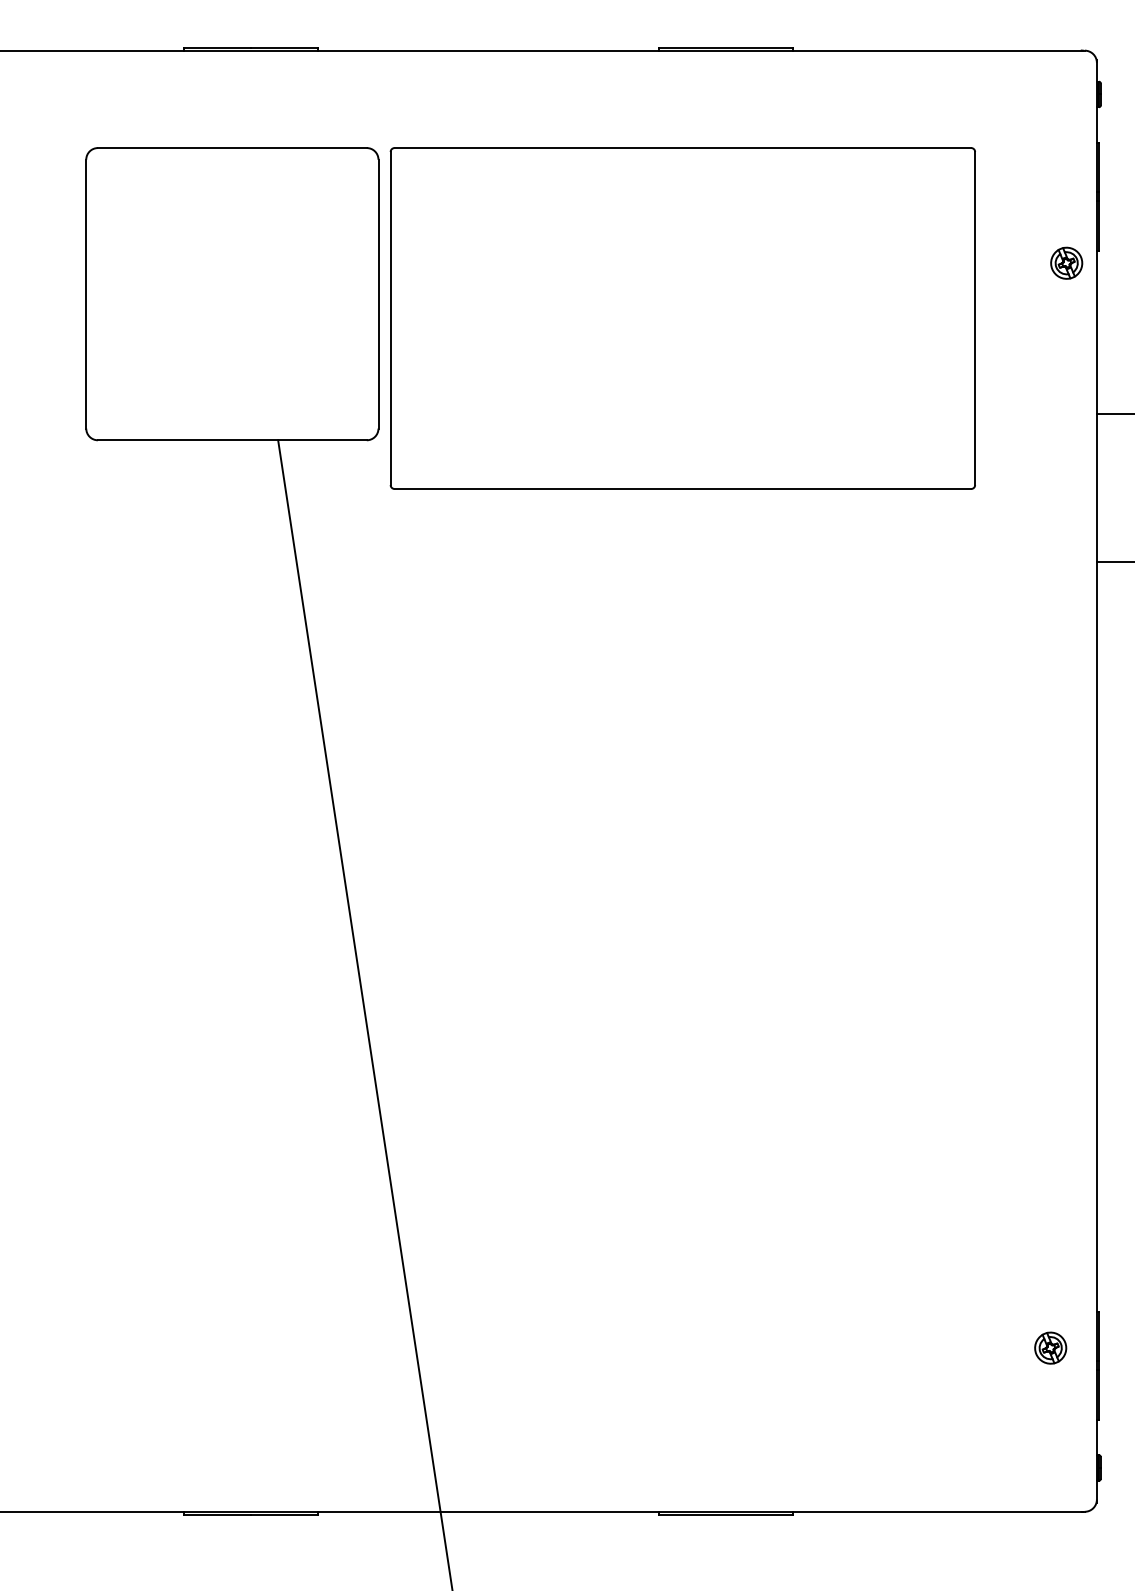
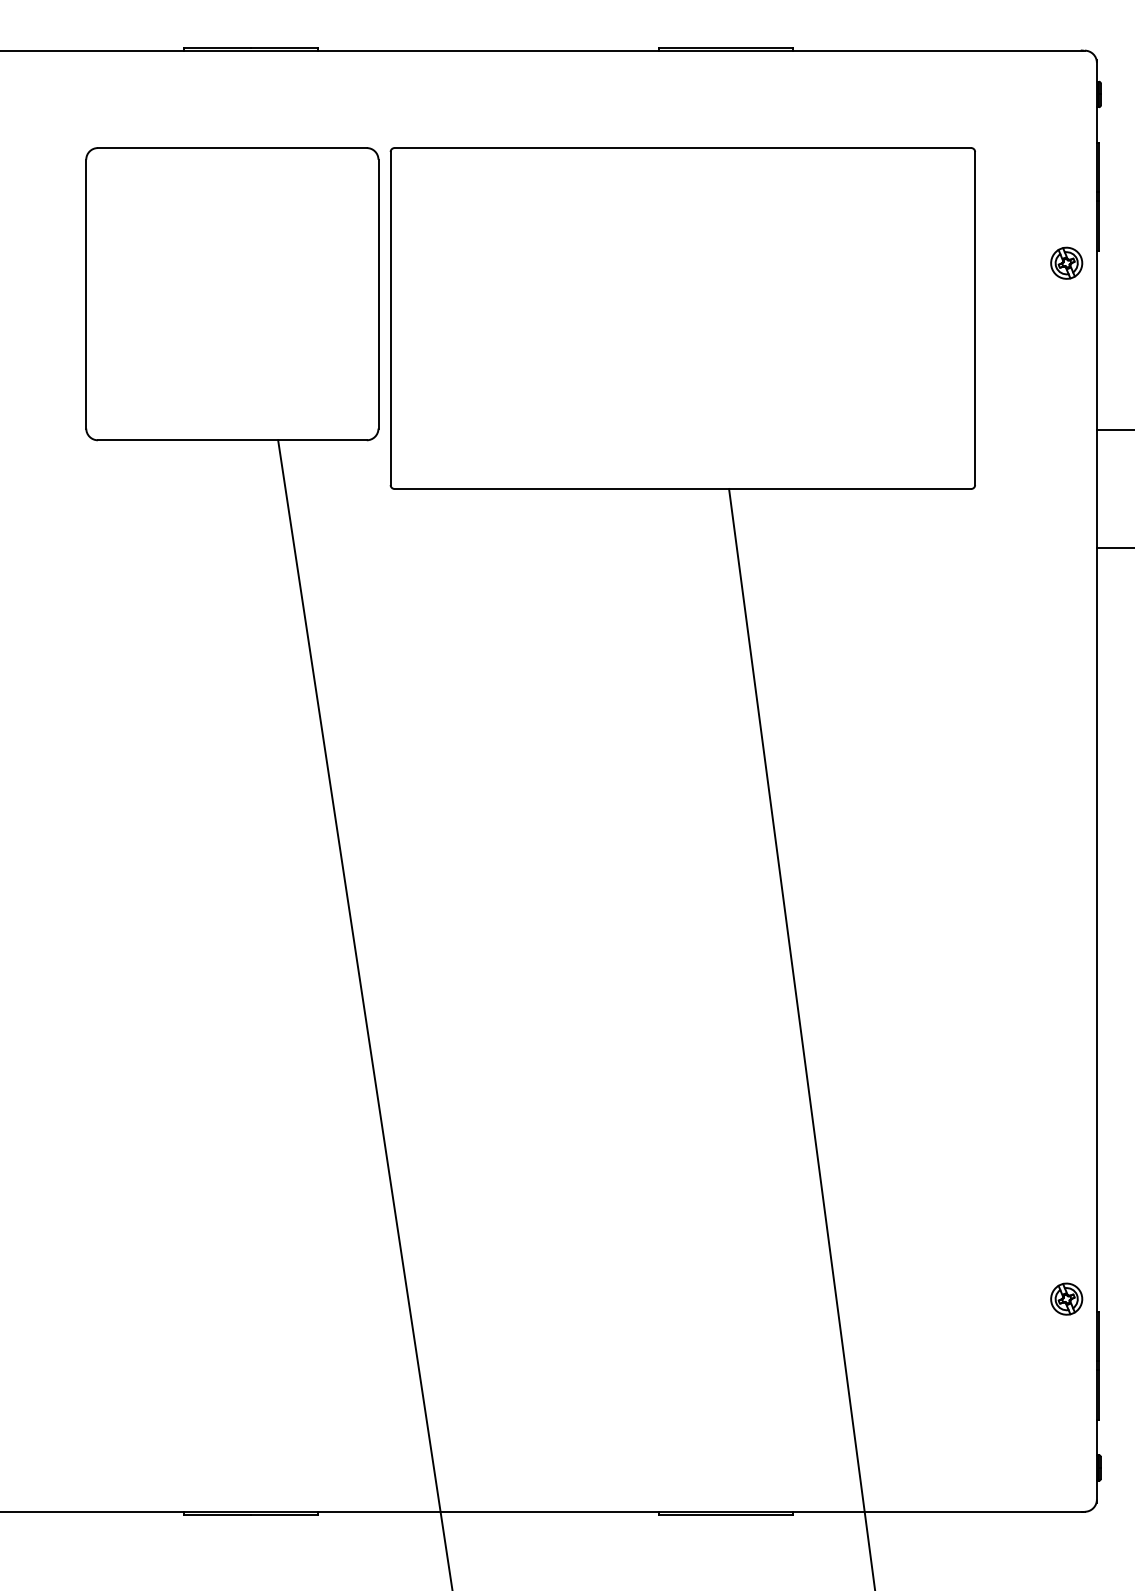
line at (1114, 414) position: (1114, 414) -> (1114, 430)
line at (1114, 561) position: (1114, 561) -> (1114, 547)
line at (801, 1038): none -> present
part at (1050, 1347) position: (1050, 1347) -> (1066, 1298)
